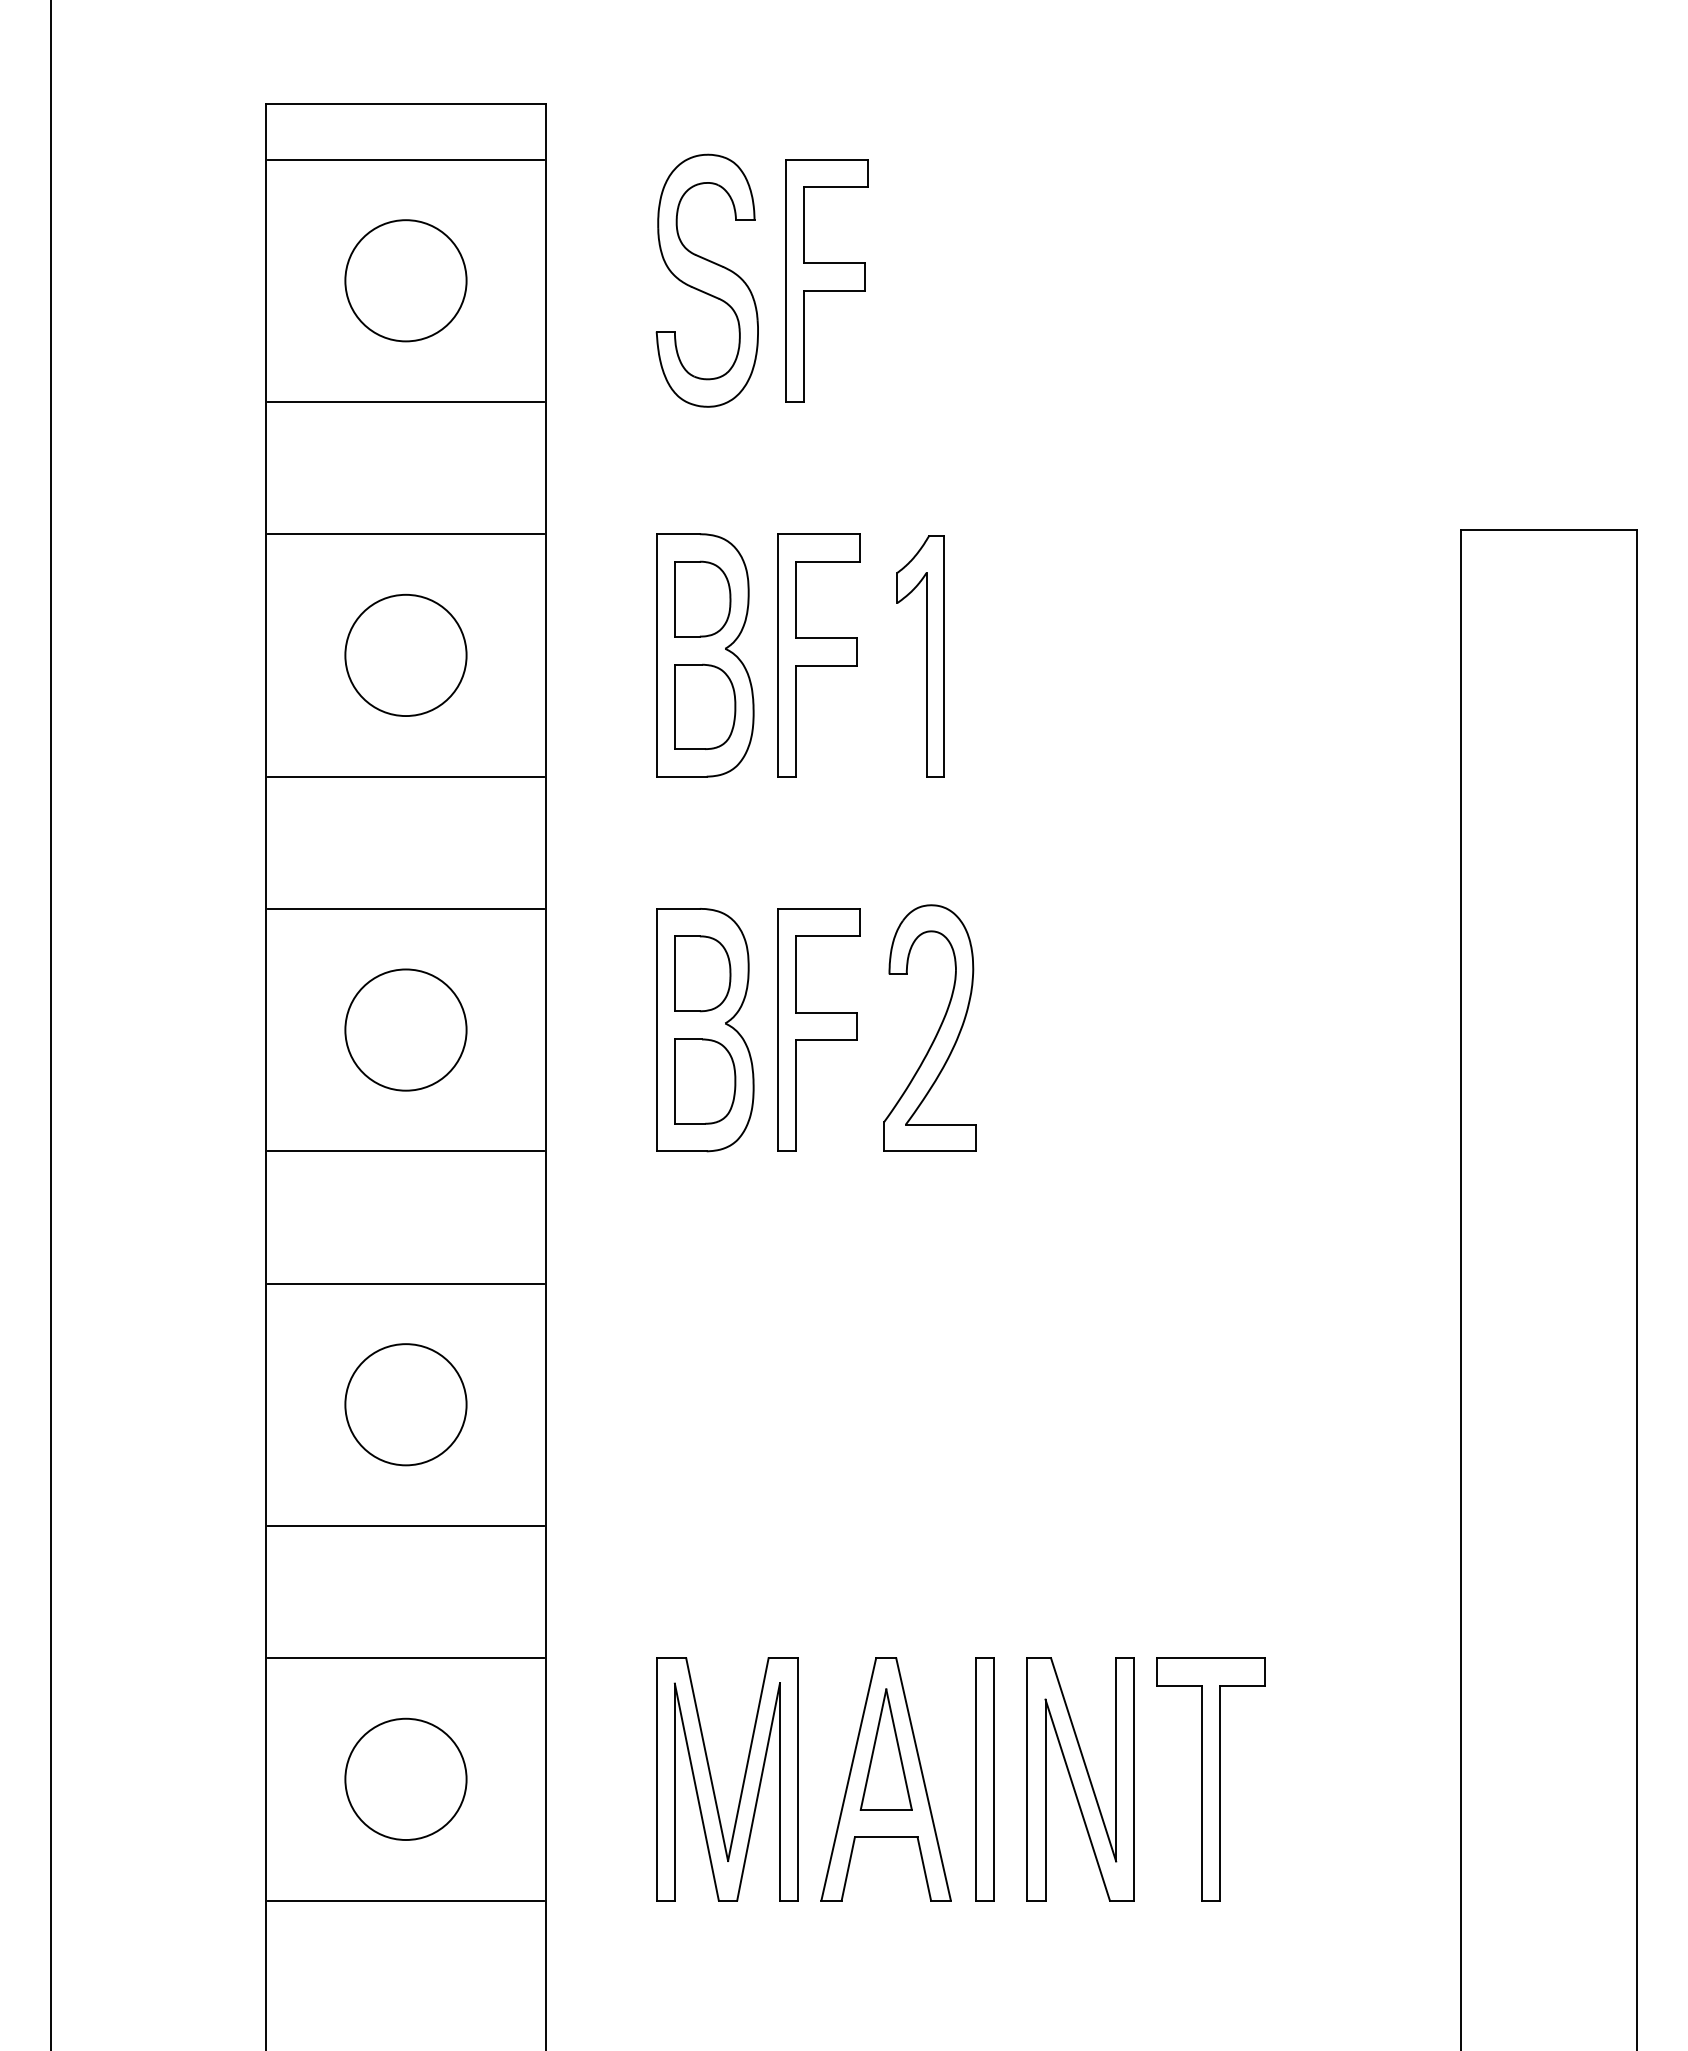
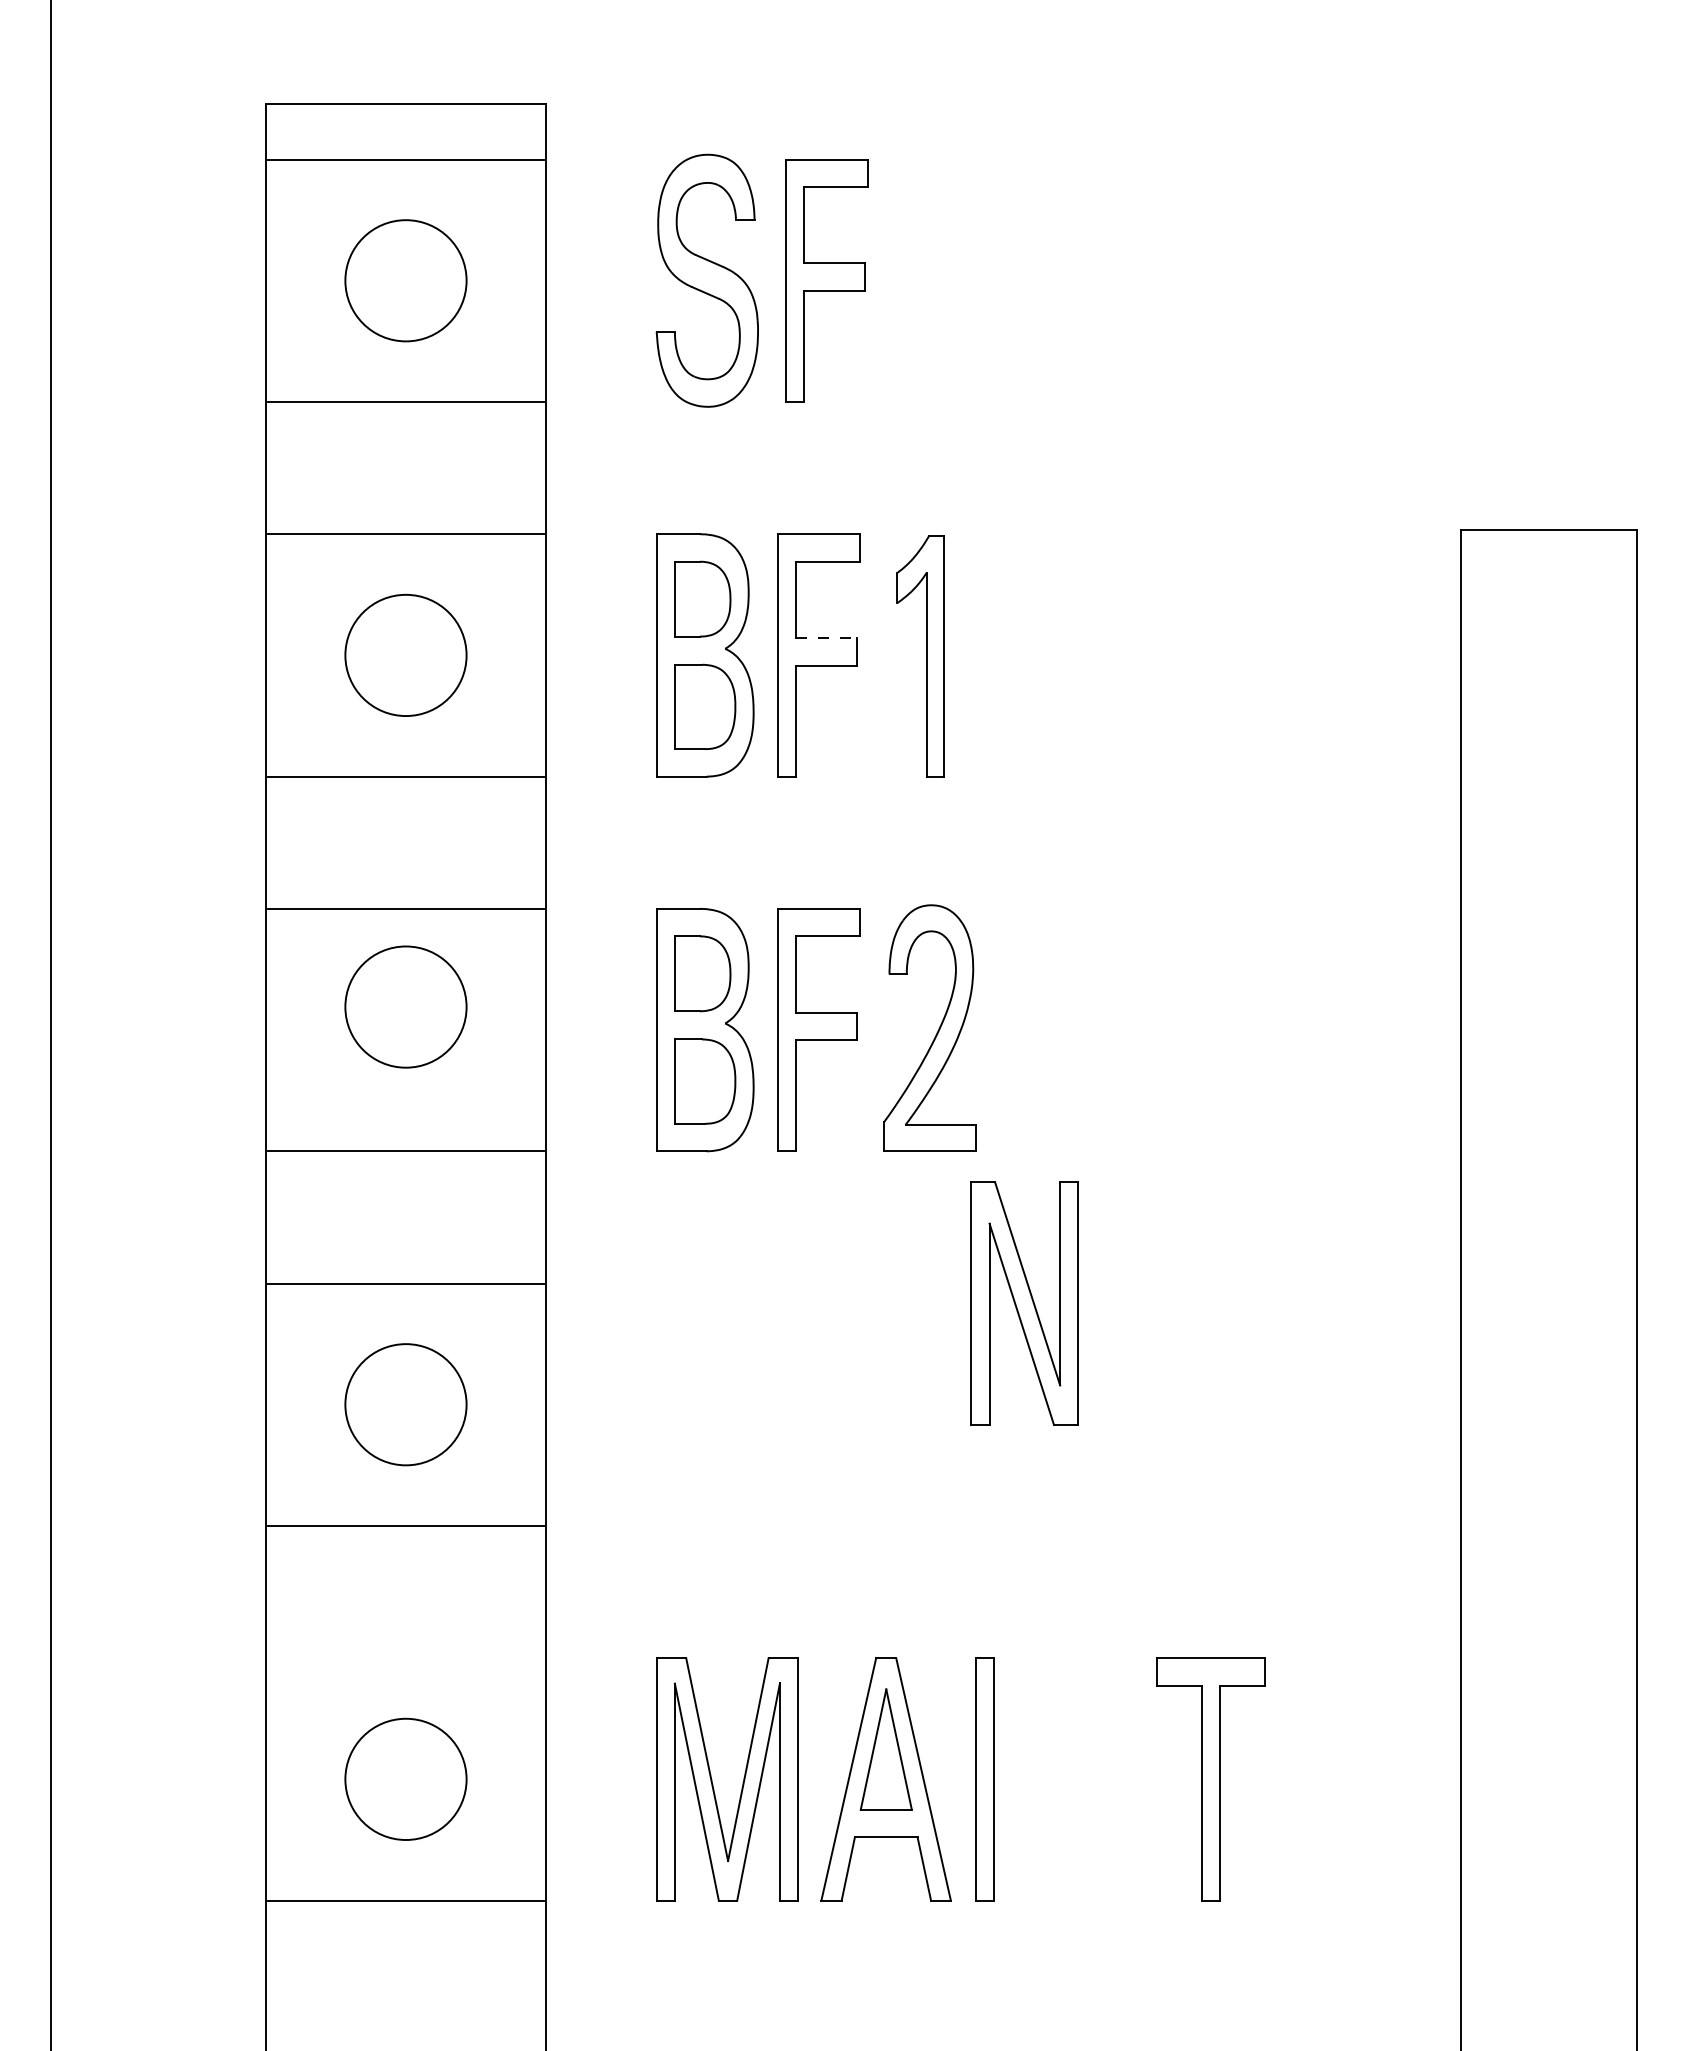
line at (827, 638): solid -> dashed
circle at (405, 1029) position: (405, 1029) -> (405, 1006)
line at (405, 1658): present -> none
part at (1080, 1779) position: (1080, 1779) -> (1024, 1303)
